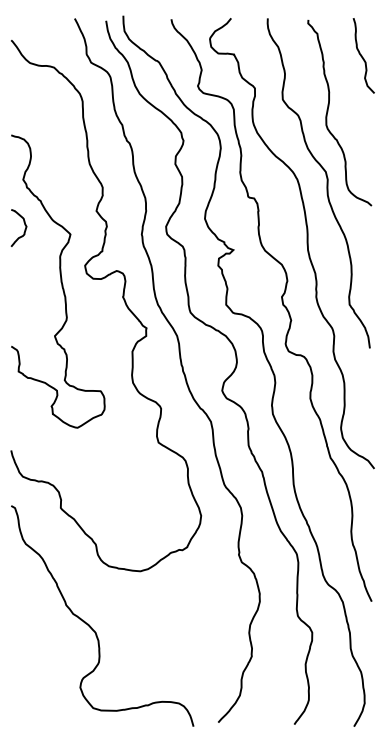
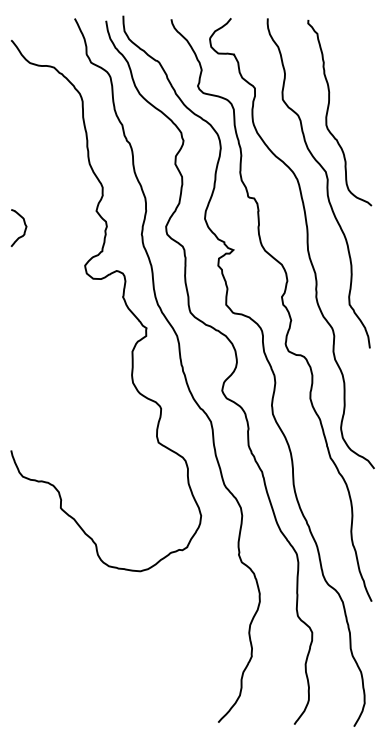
curve at (362, 55): present -> none
curve at (60, 281): present -> none
curve at (91, 626): present -> none
